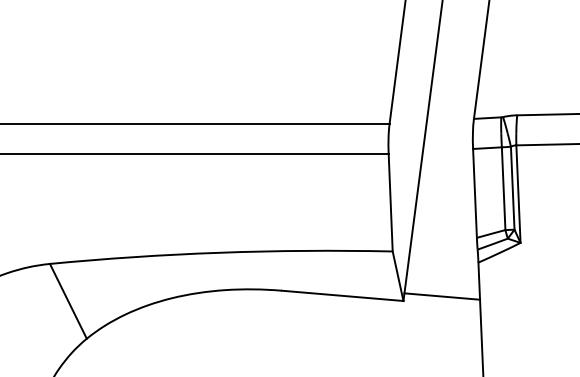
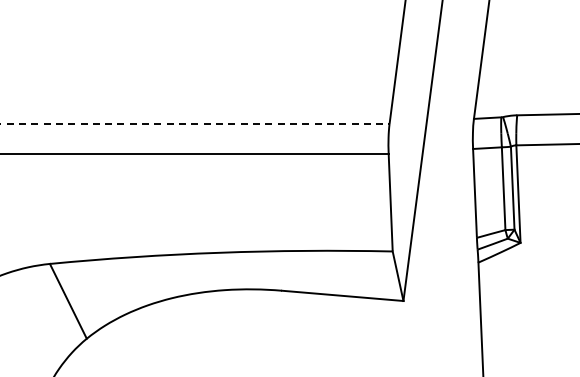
line at (195, 124): solid -> dashed
line at (442, 296): present -> none
